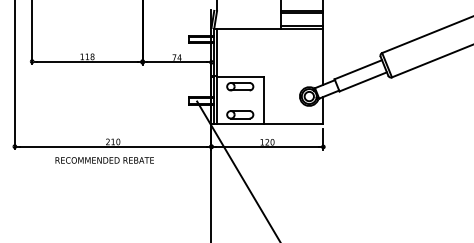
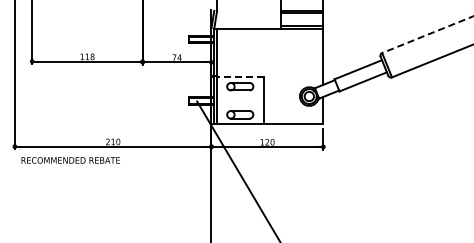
line at (427, 34): solid -> dashed
line at (239, 77): solid -> dashed
text at (104, 160) position: (104, 160) -> (70, 160)
